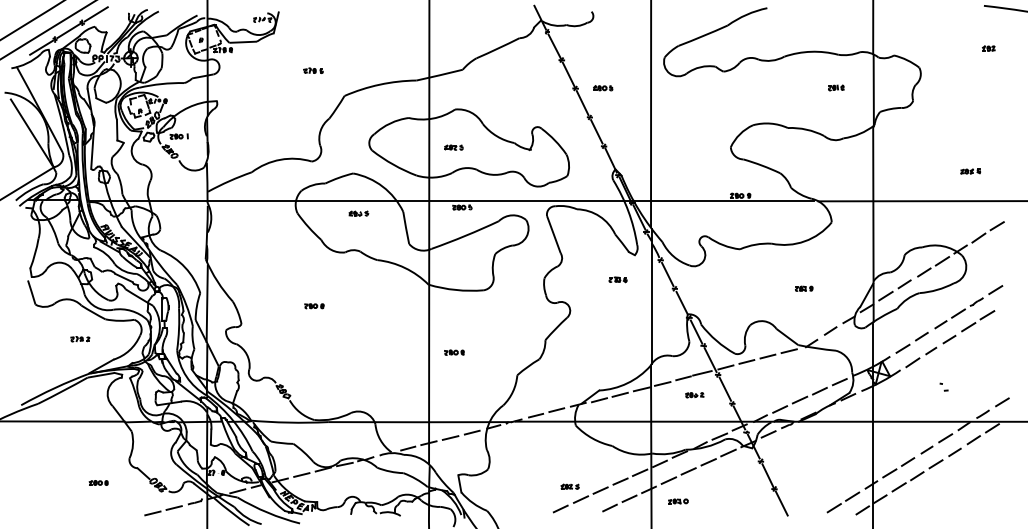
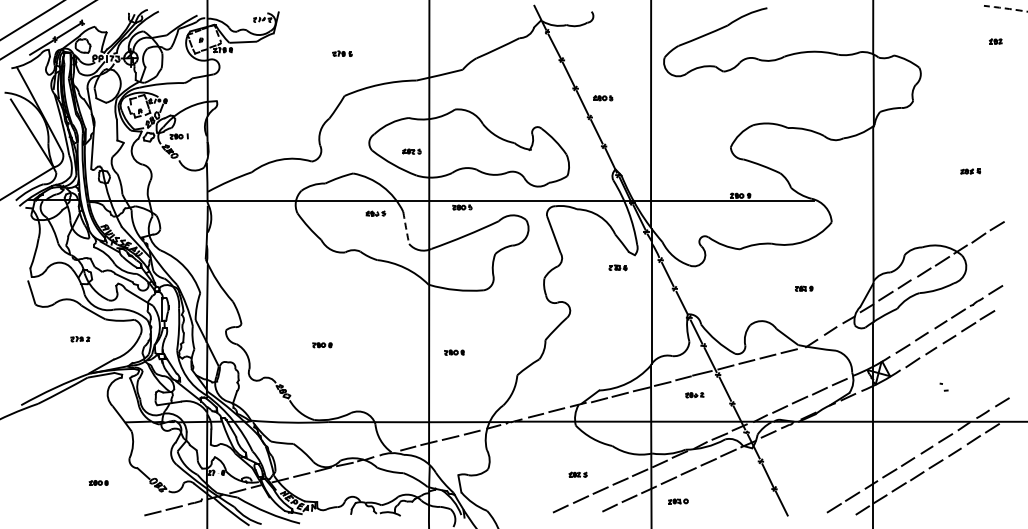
arc at (1005, 8): solid -> dashed
line at (95, 14): present -> none
part at (988, 48) position: (988, 48) -> (995, 41)
part at (313, 70) position: (313, 70) -> (342, 53)
part at (836, 87): present -> none
part at (603, 88) position: (603, 88) -> (603, 98)
part at (453, 147) position: (453, 147) -> (411, 151)
line at (921, 201): present -> none
part at (358, 213) position: (358, 213) -> (375, 213)
arc at (406, 227): solid -> dashed
part at (617, 279) position: (617, 279) -> (617, 267)
part at (314, 306) position: (314, 306) -> (322, 345)
line at (63, 421): present -> none
part at (569, 486) position: (569, 486) -> (577, 474)
